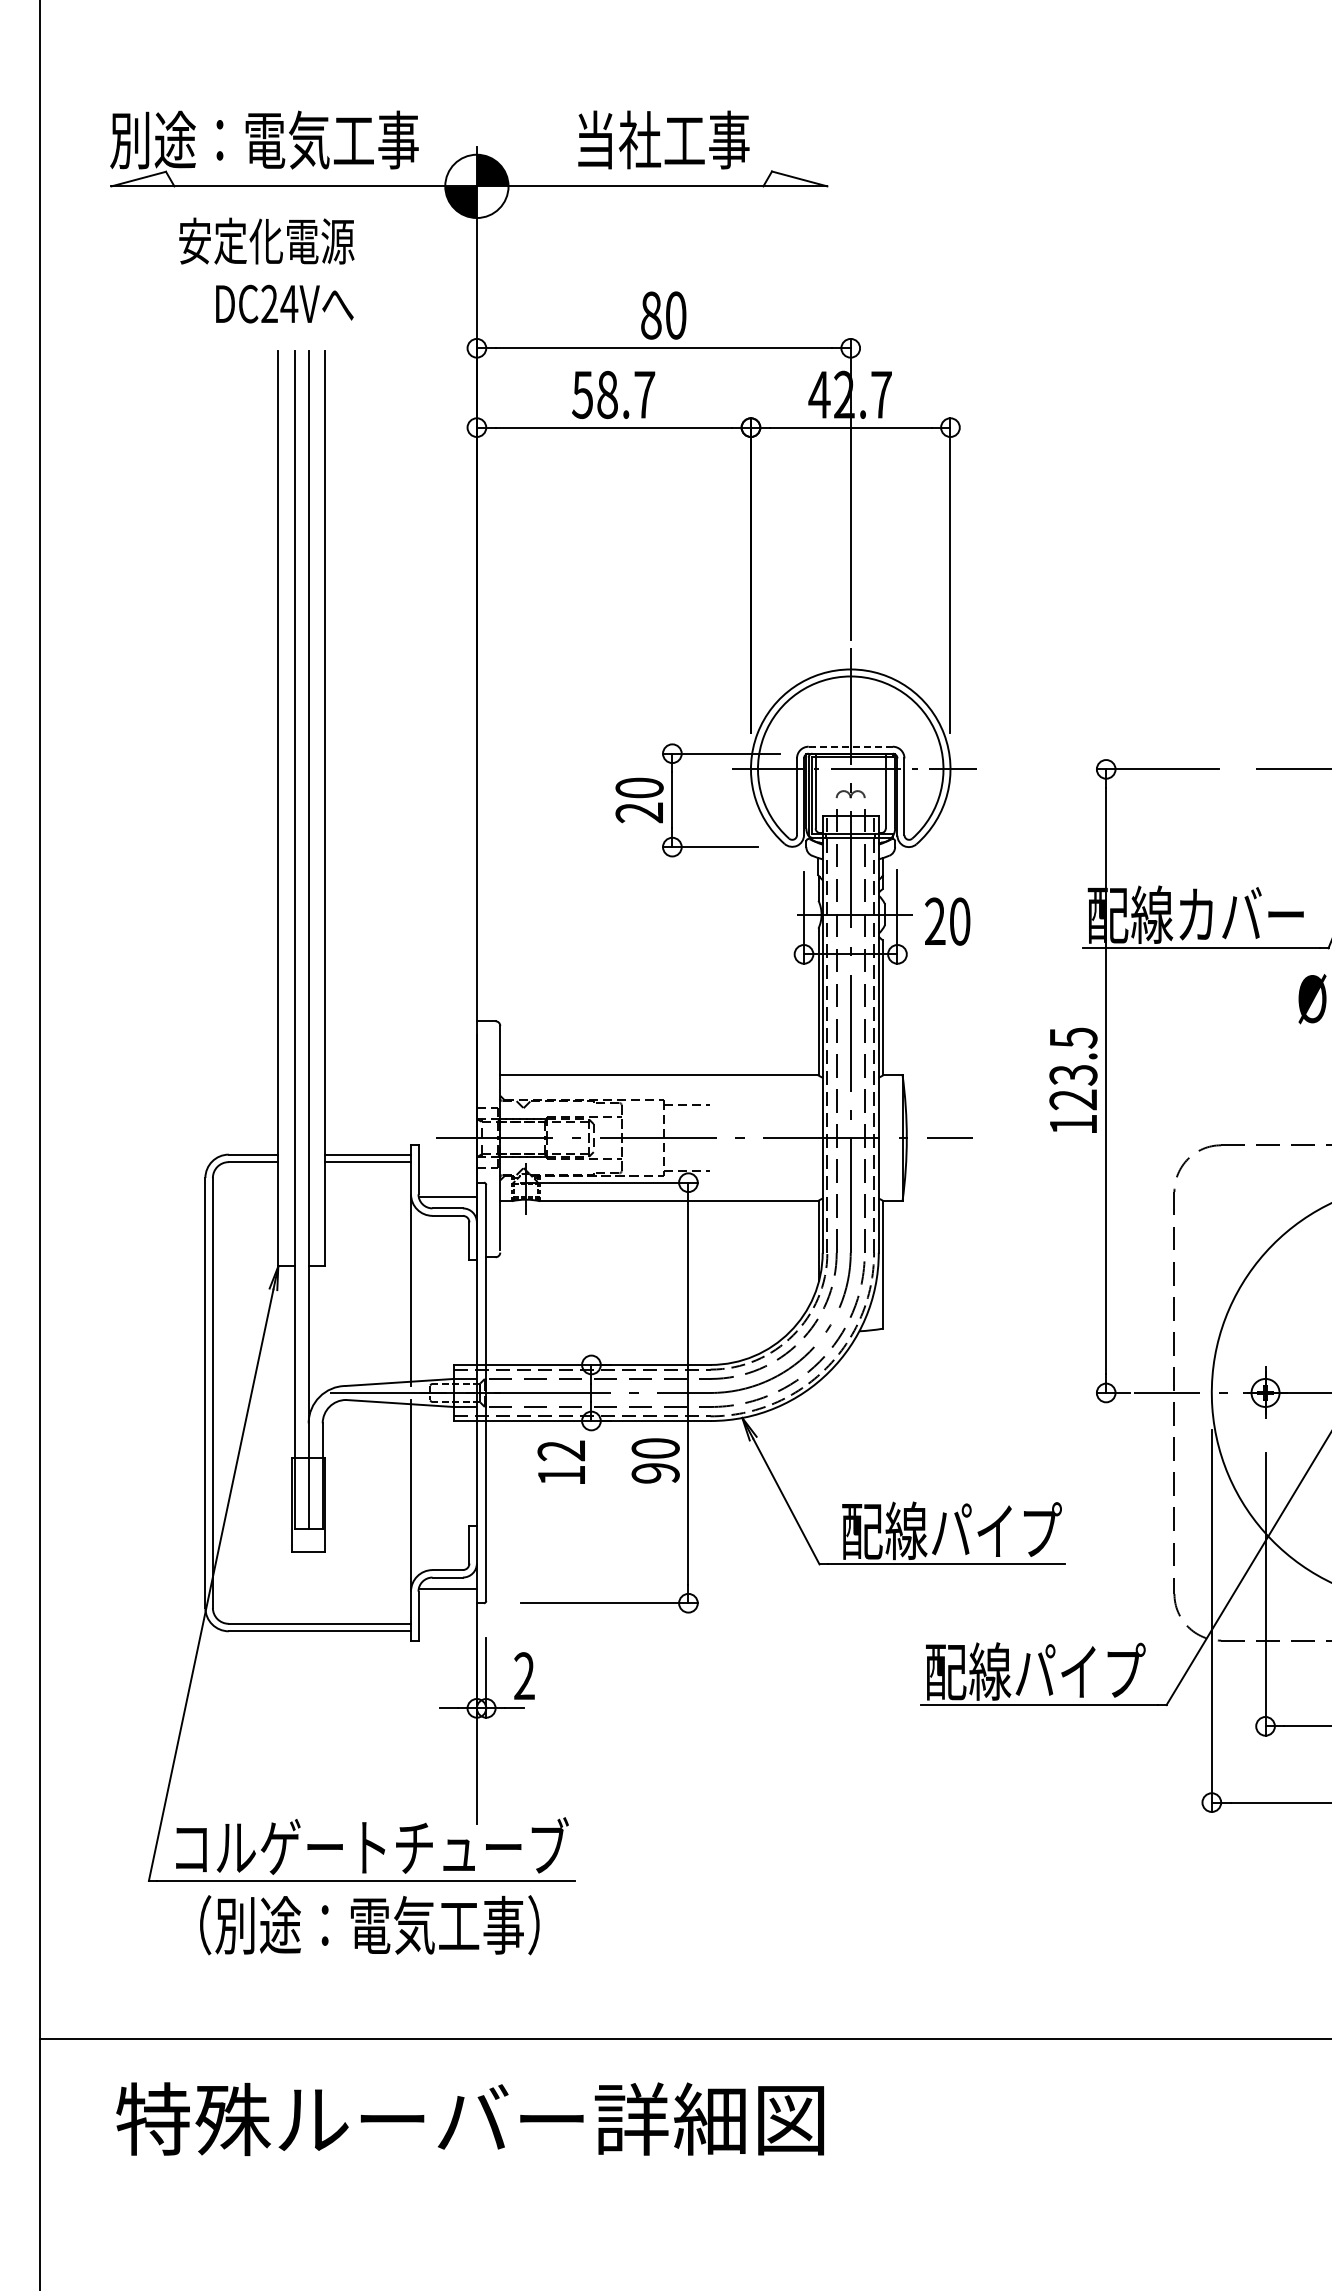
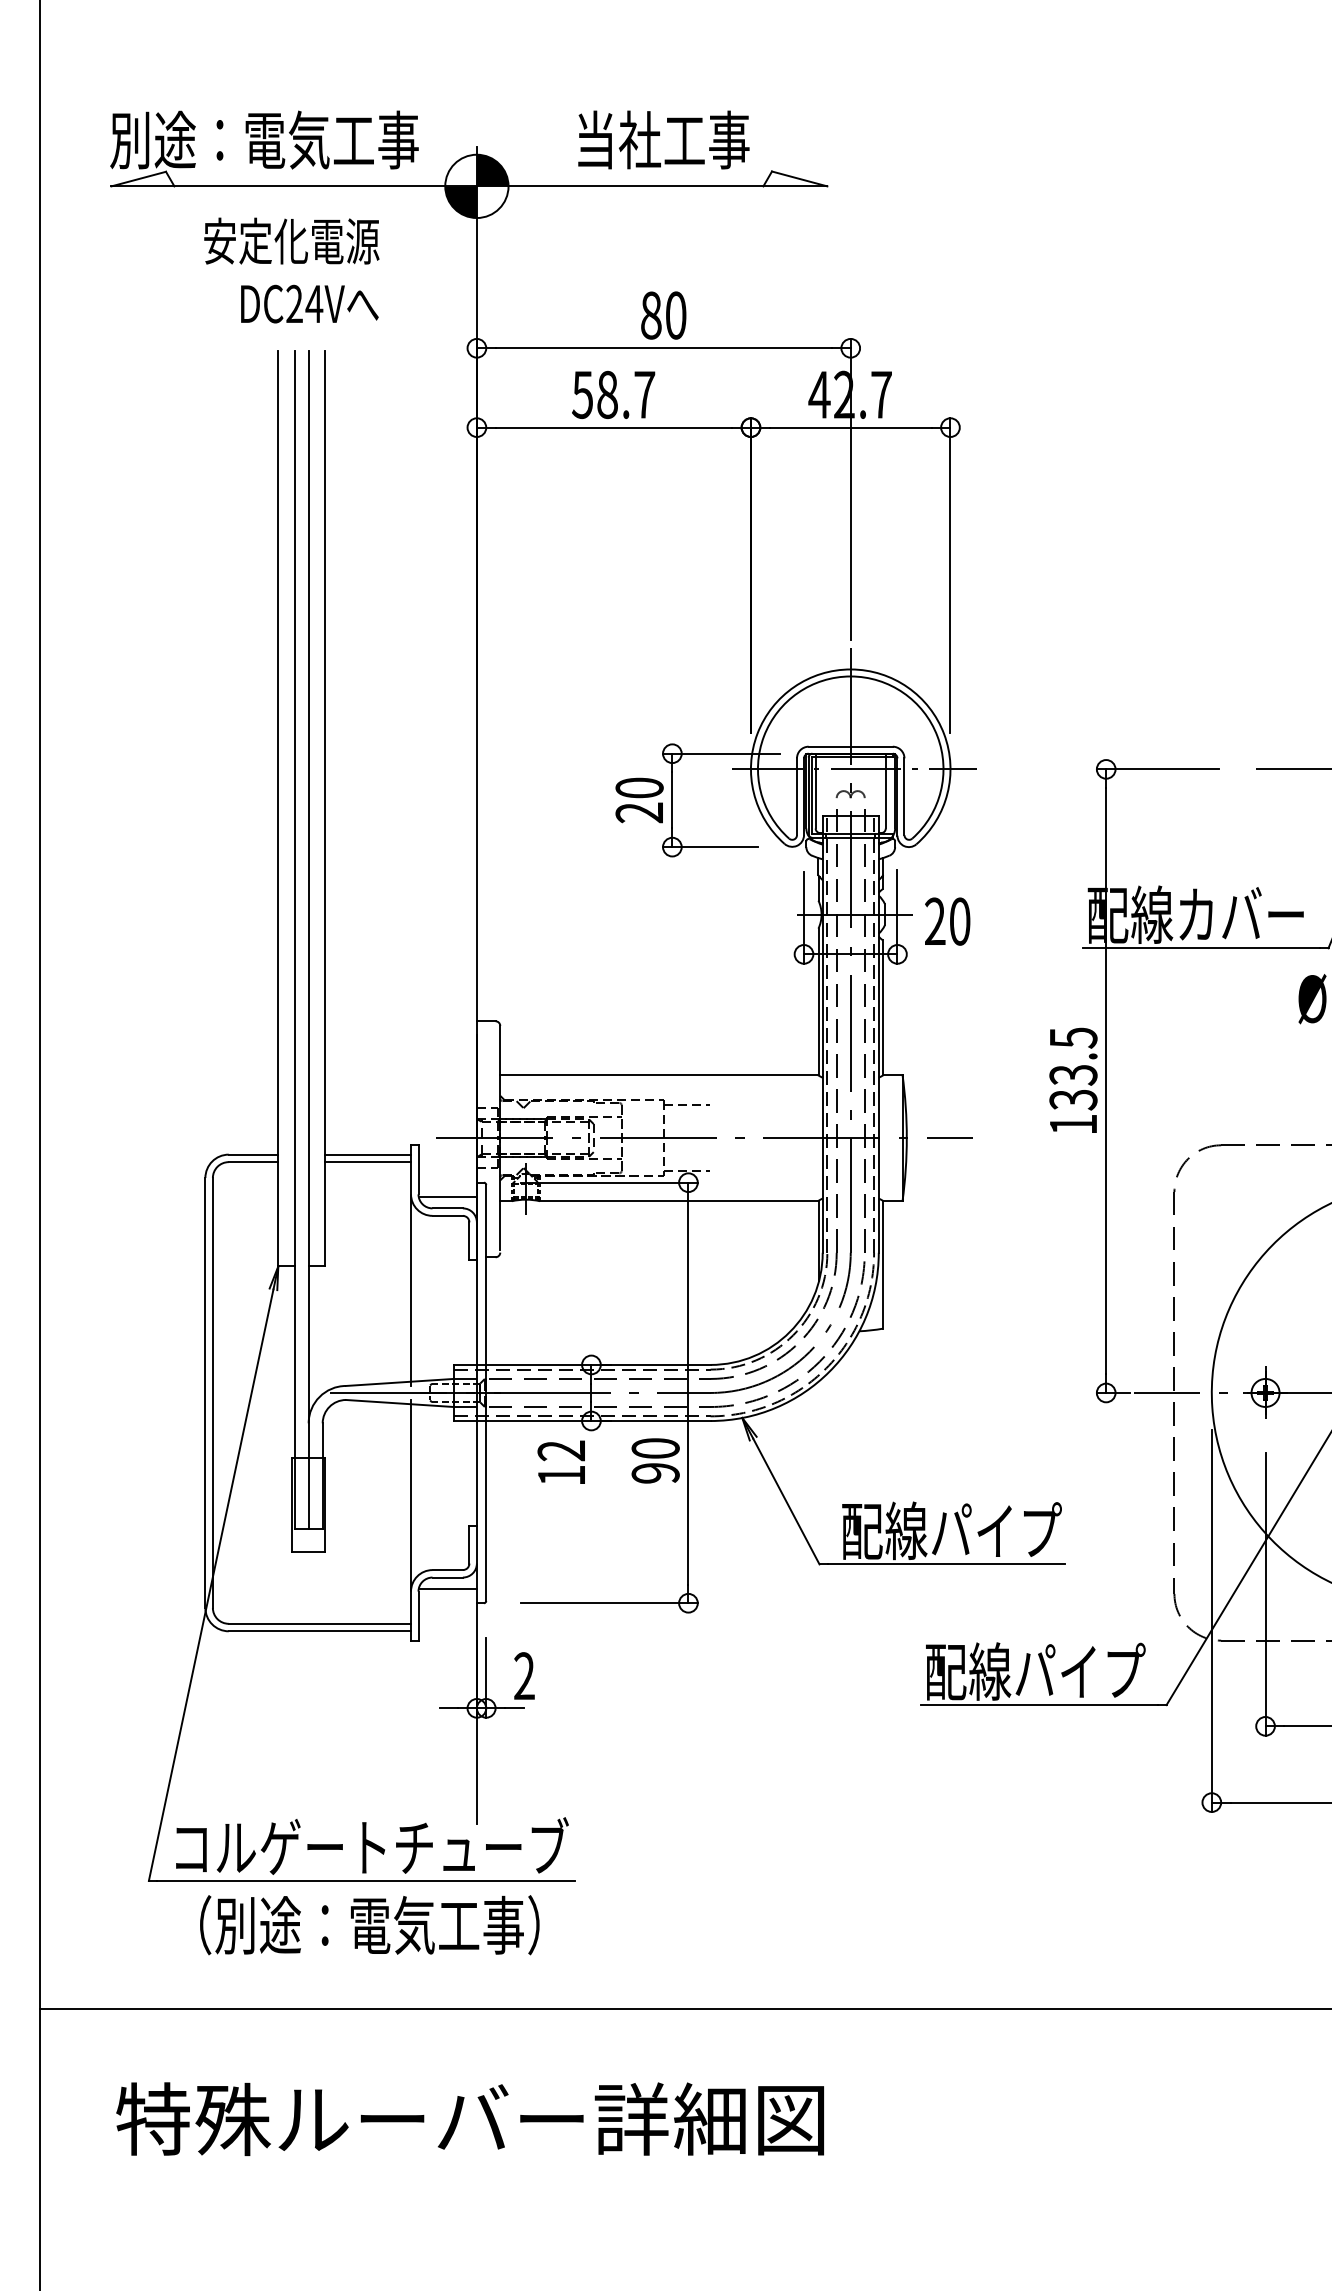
text at (266, 270) position: (266, 270) -> (291, 270)
line at (851, 746): dashed -> solid
text at (1073, 1099): 123.5 -> 133.5
line at (684, 2038) position: (684, 2038) -> (684, 2008)
